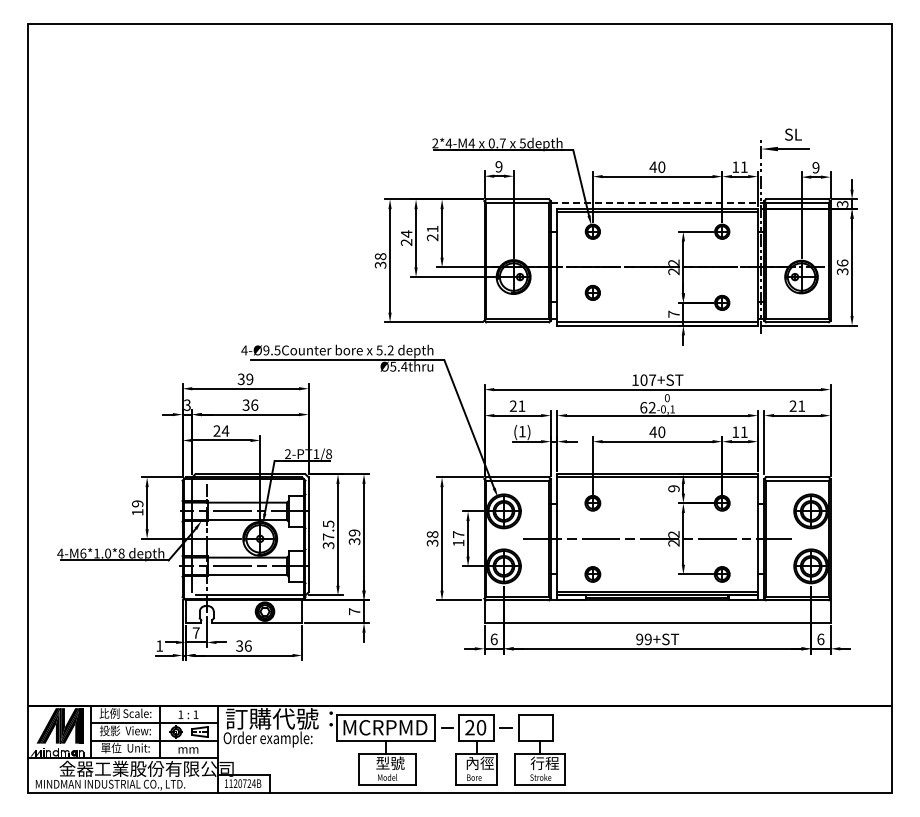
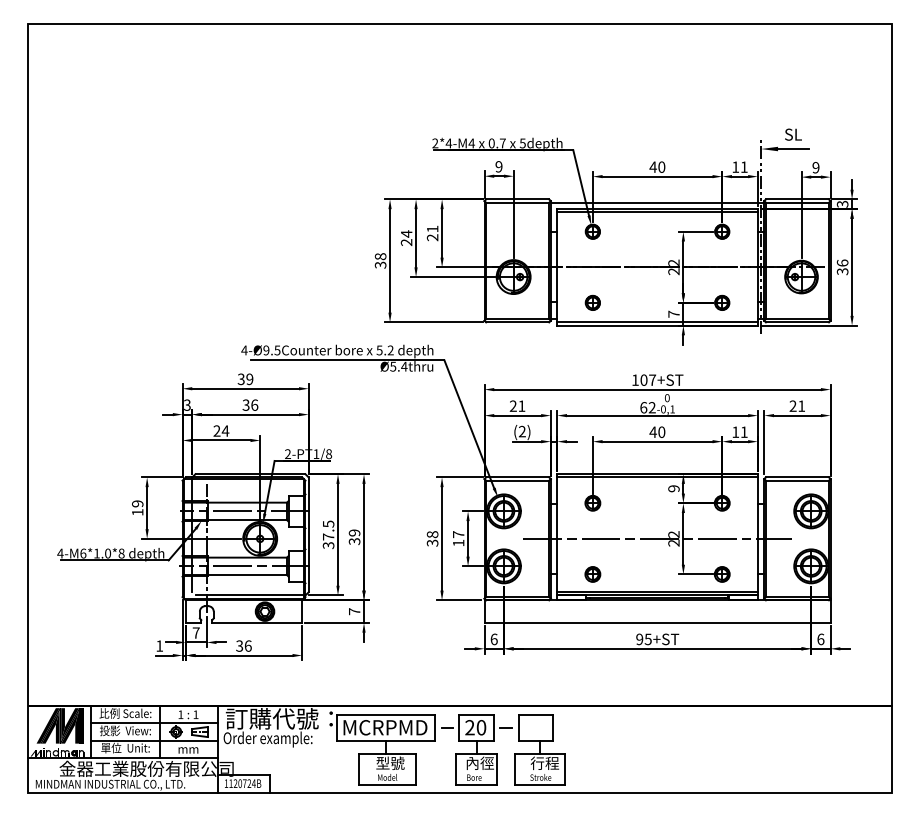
line at (657, 202): dashed -> solid
part at (592, 292) position: (592, 292) -> (592, 302)
text at (521, 431): (1) -> (2)
text at (647, 638): 99+ST -> 95+ST
